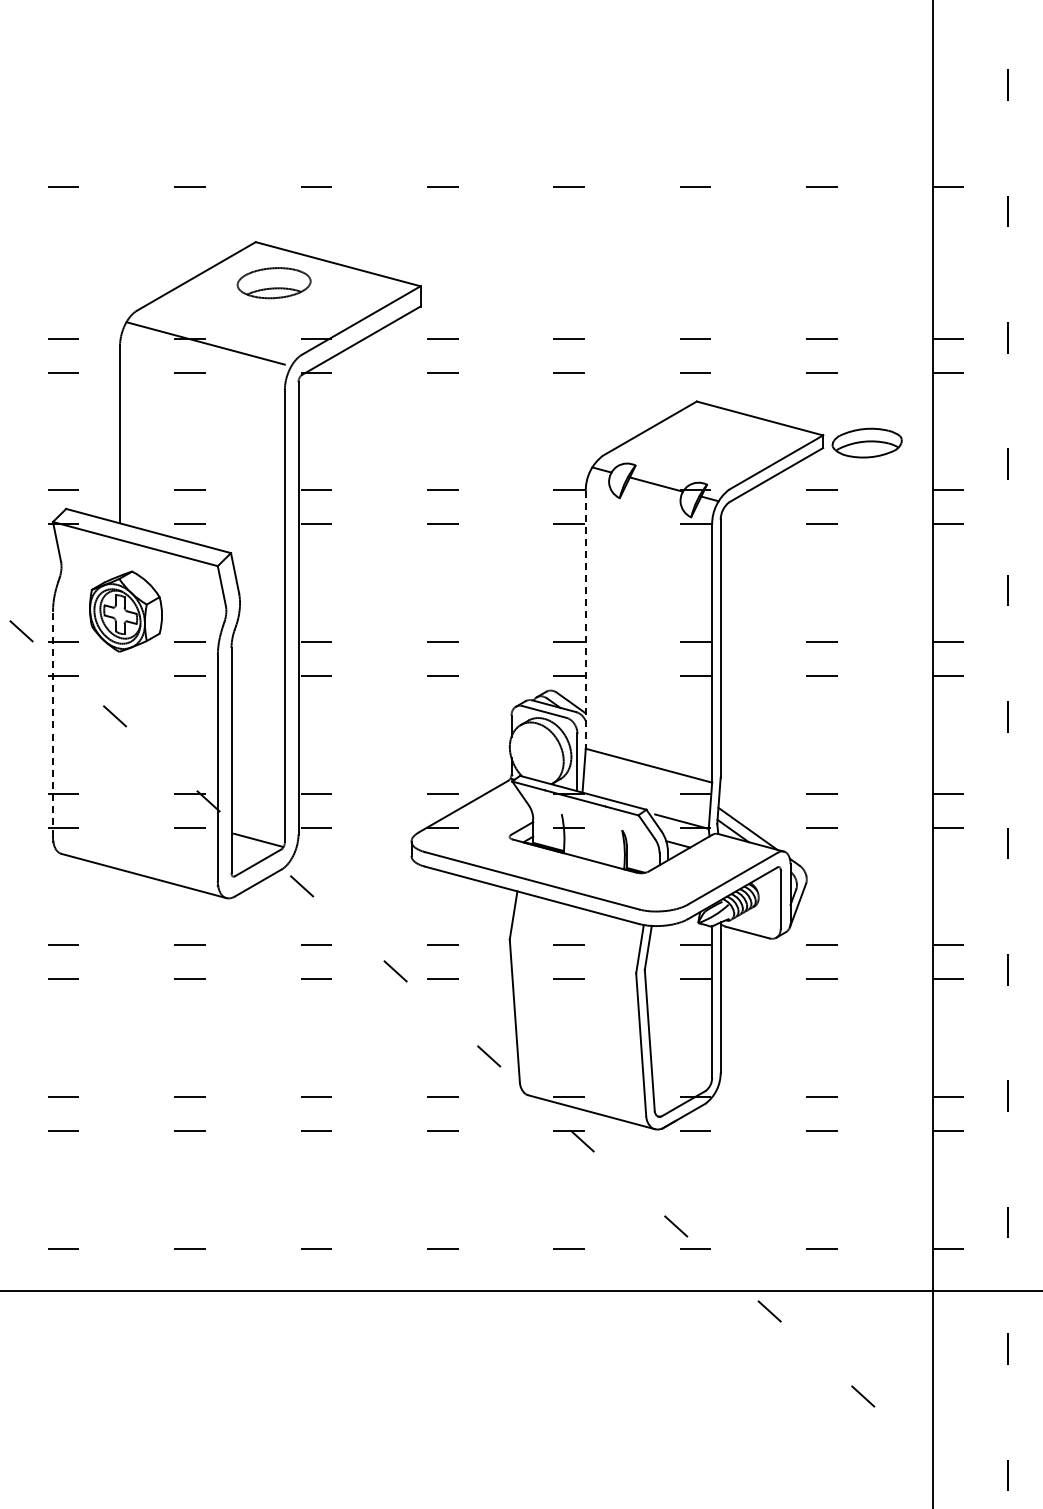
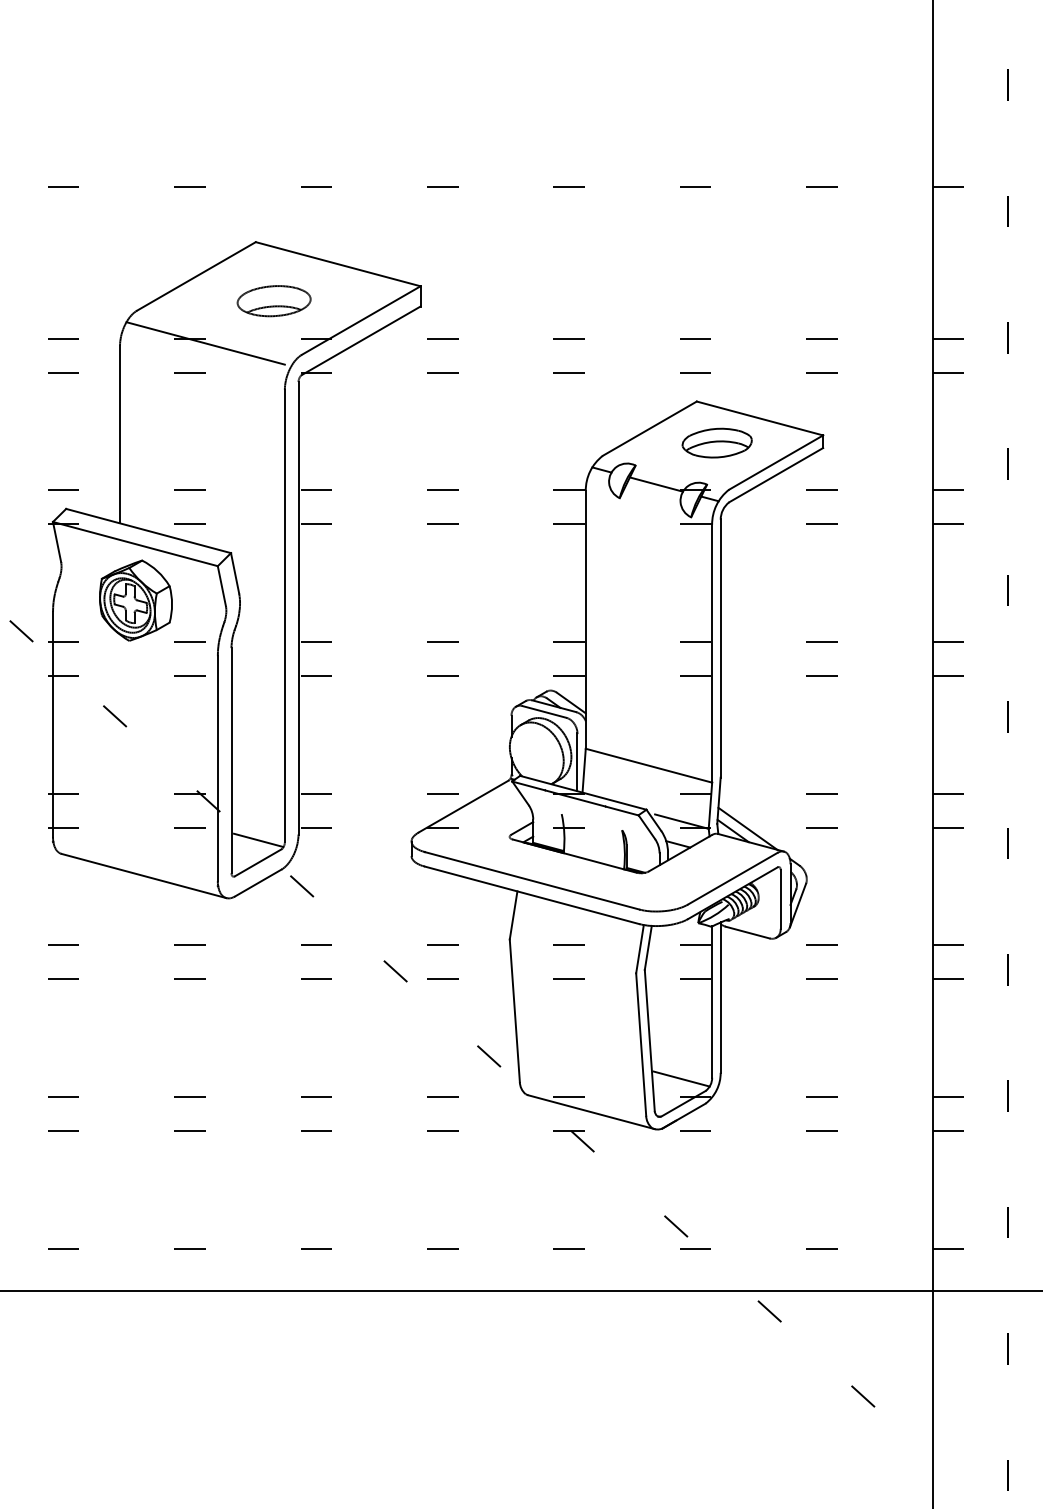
part at (273, 283) position: (273, 283) -> (273, 301)
part at (866, 442) position: (866, 442) -> (716, 442)
part at (125, 611) position: (125, 611) -> (135, 600)
line at (585, 619): dashed -> solid
line at (53, 724): dashed -> solid
line at (681, 1078): none -> present
